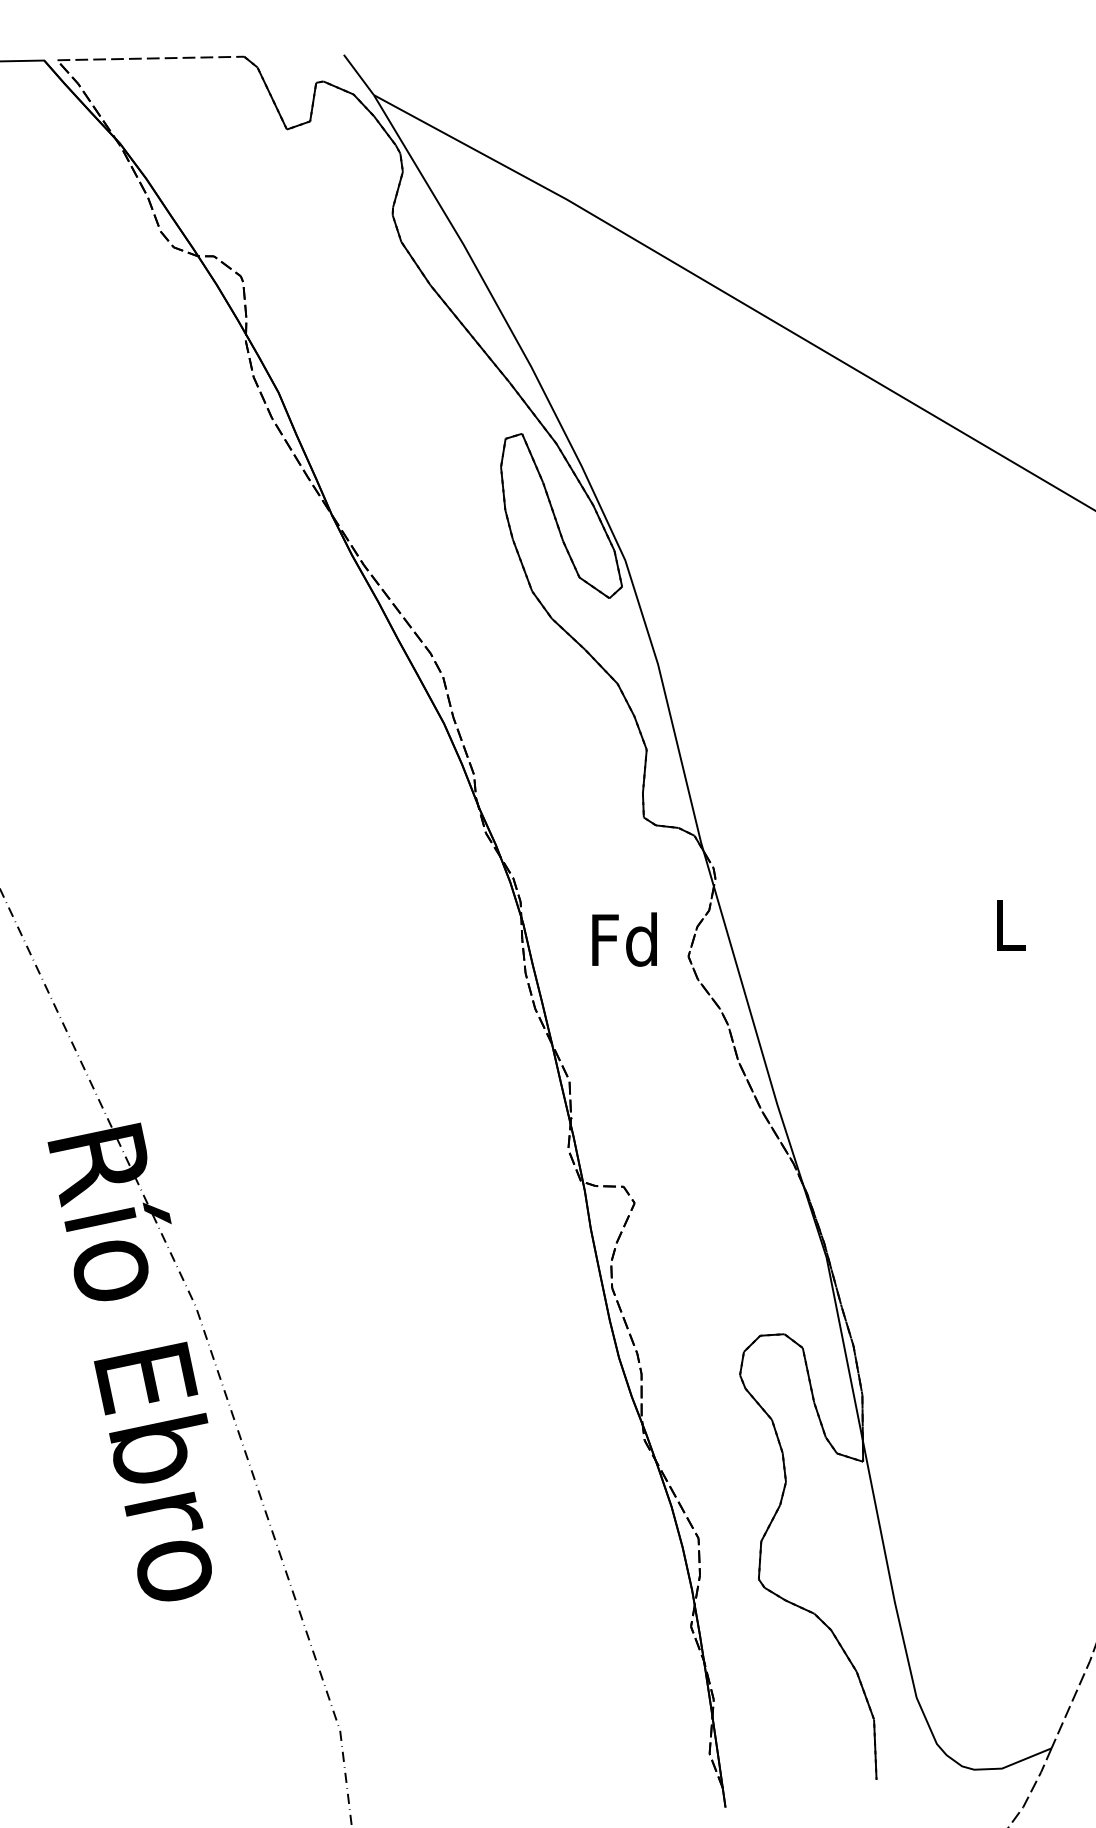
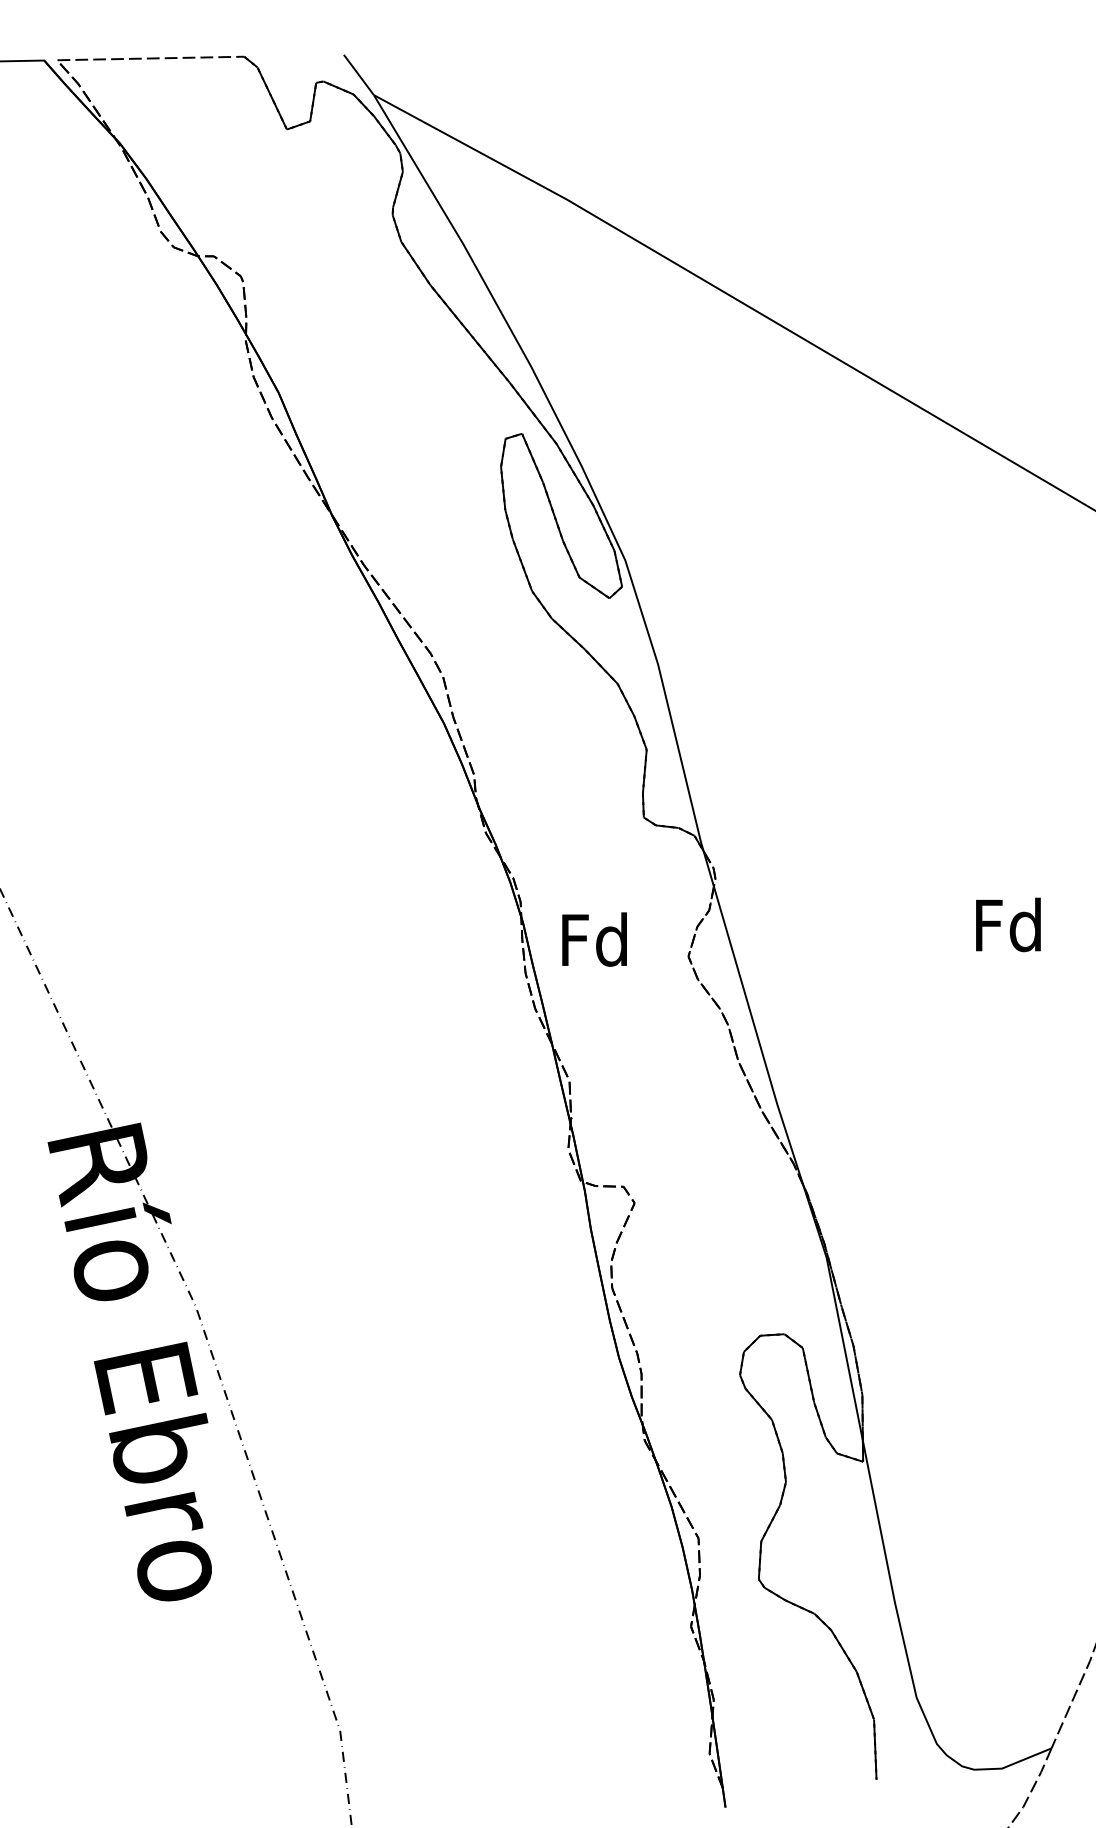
text at (1008, 924): L -> Fd
text at (624, 939) position: (624, 939) -> (594, 939)
